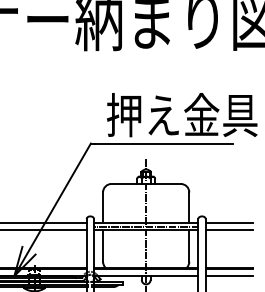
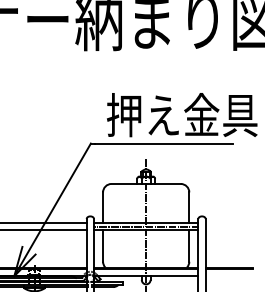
line at (228, 223): present -> none
line at (228, 230): present -> none
line at (228, 275): present -> none
